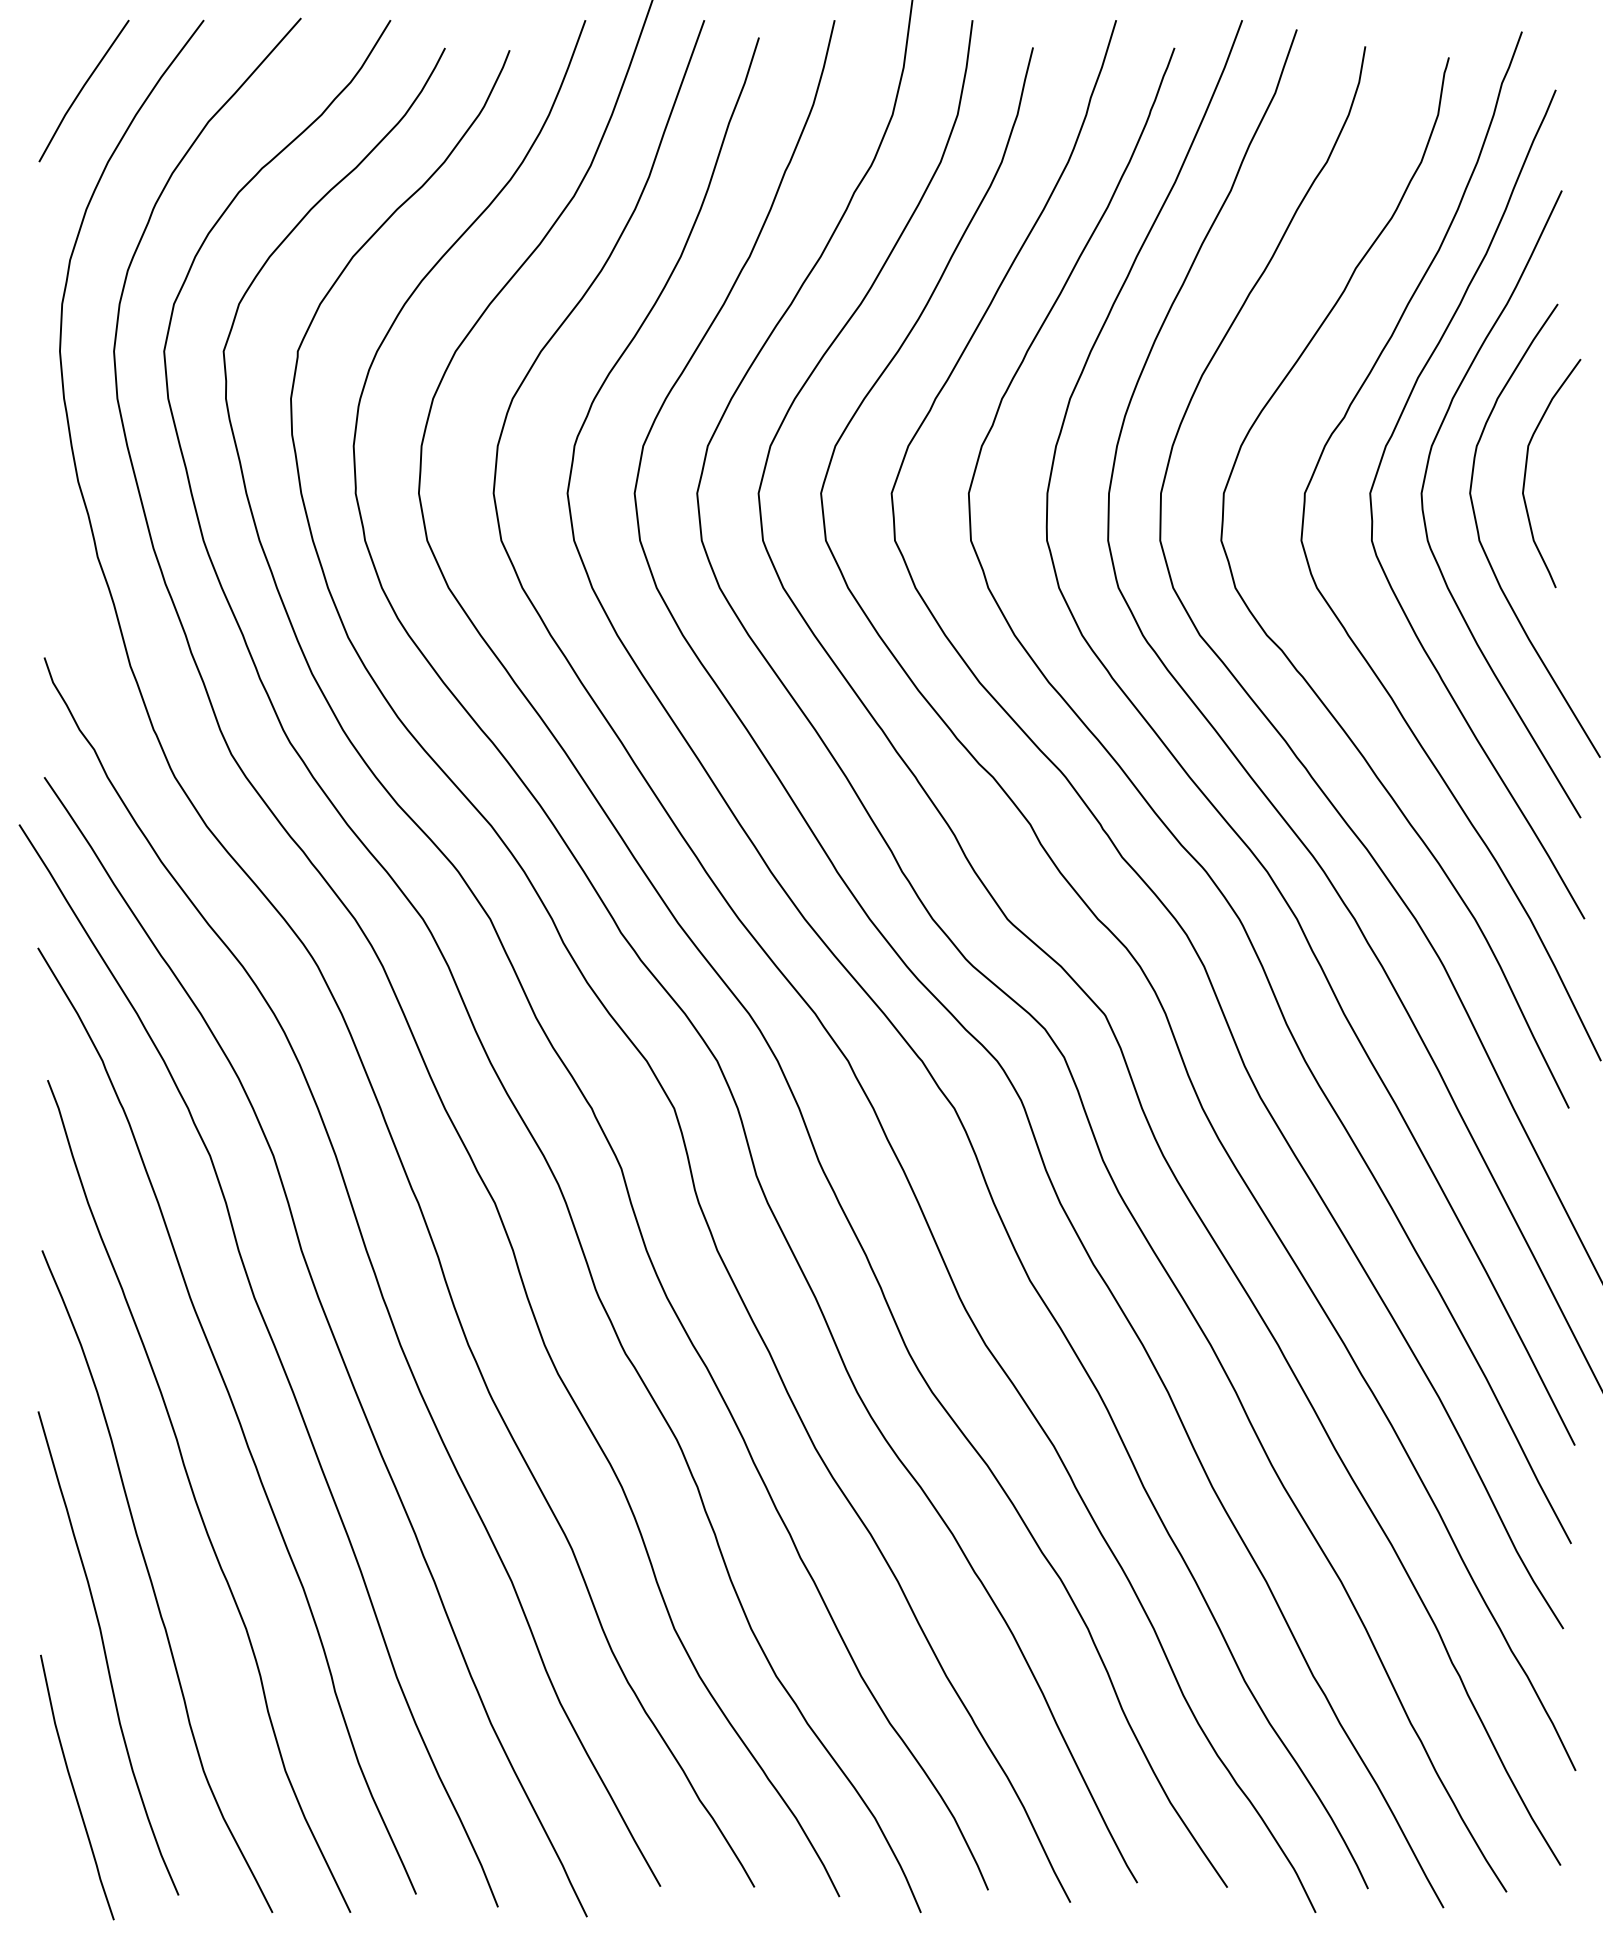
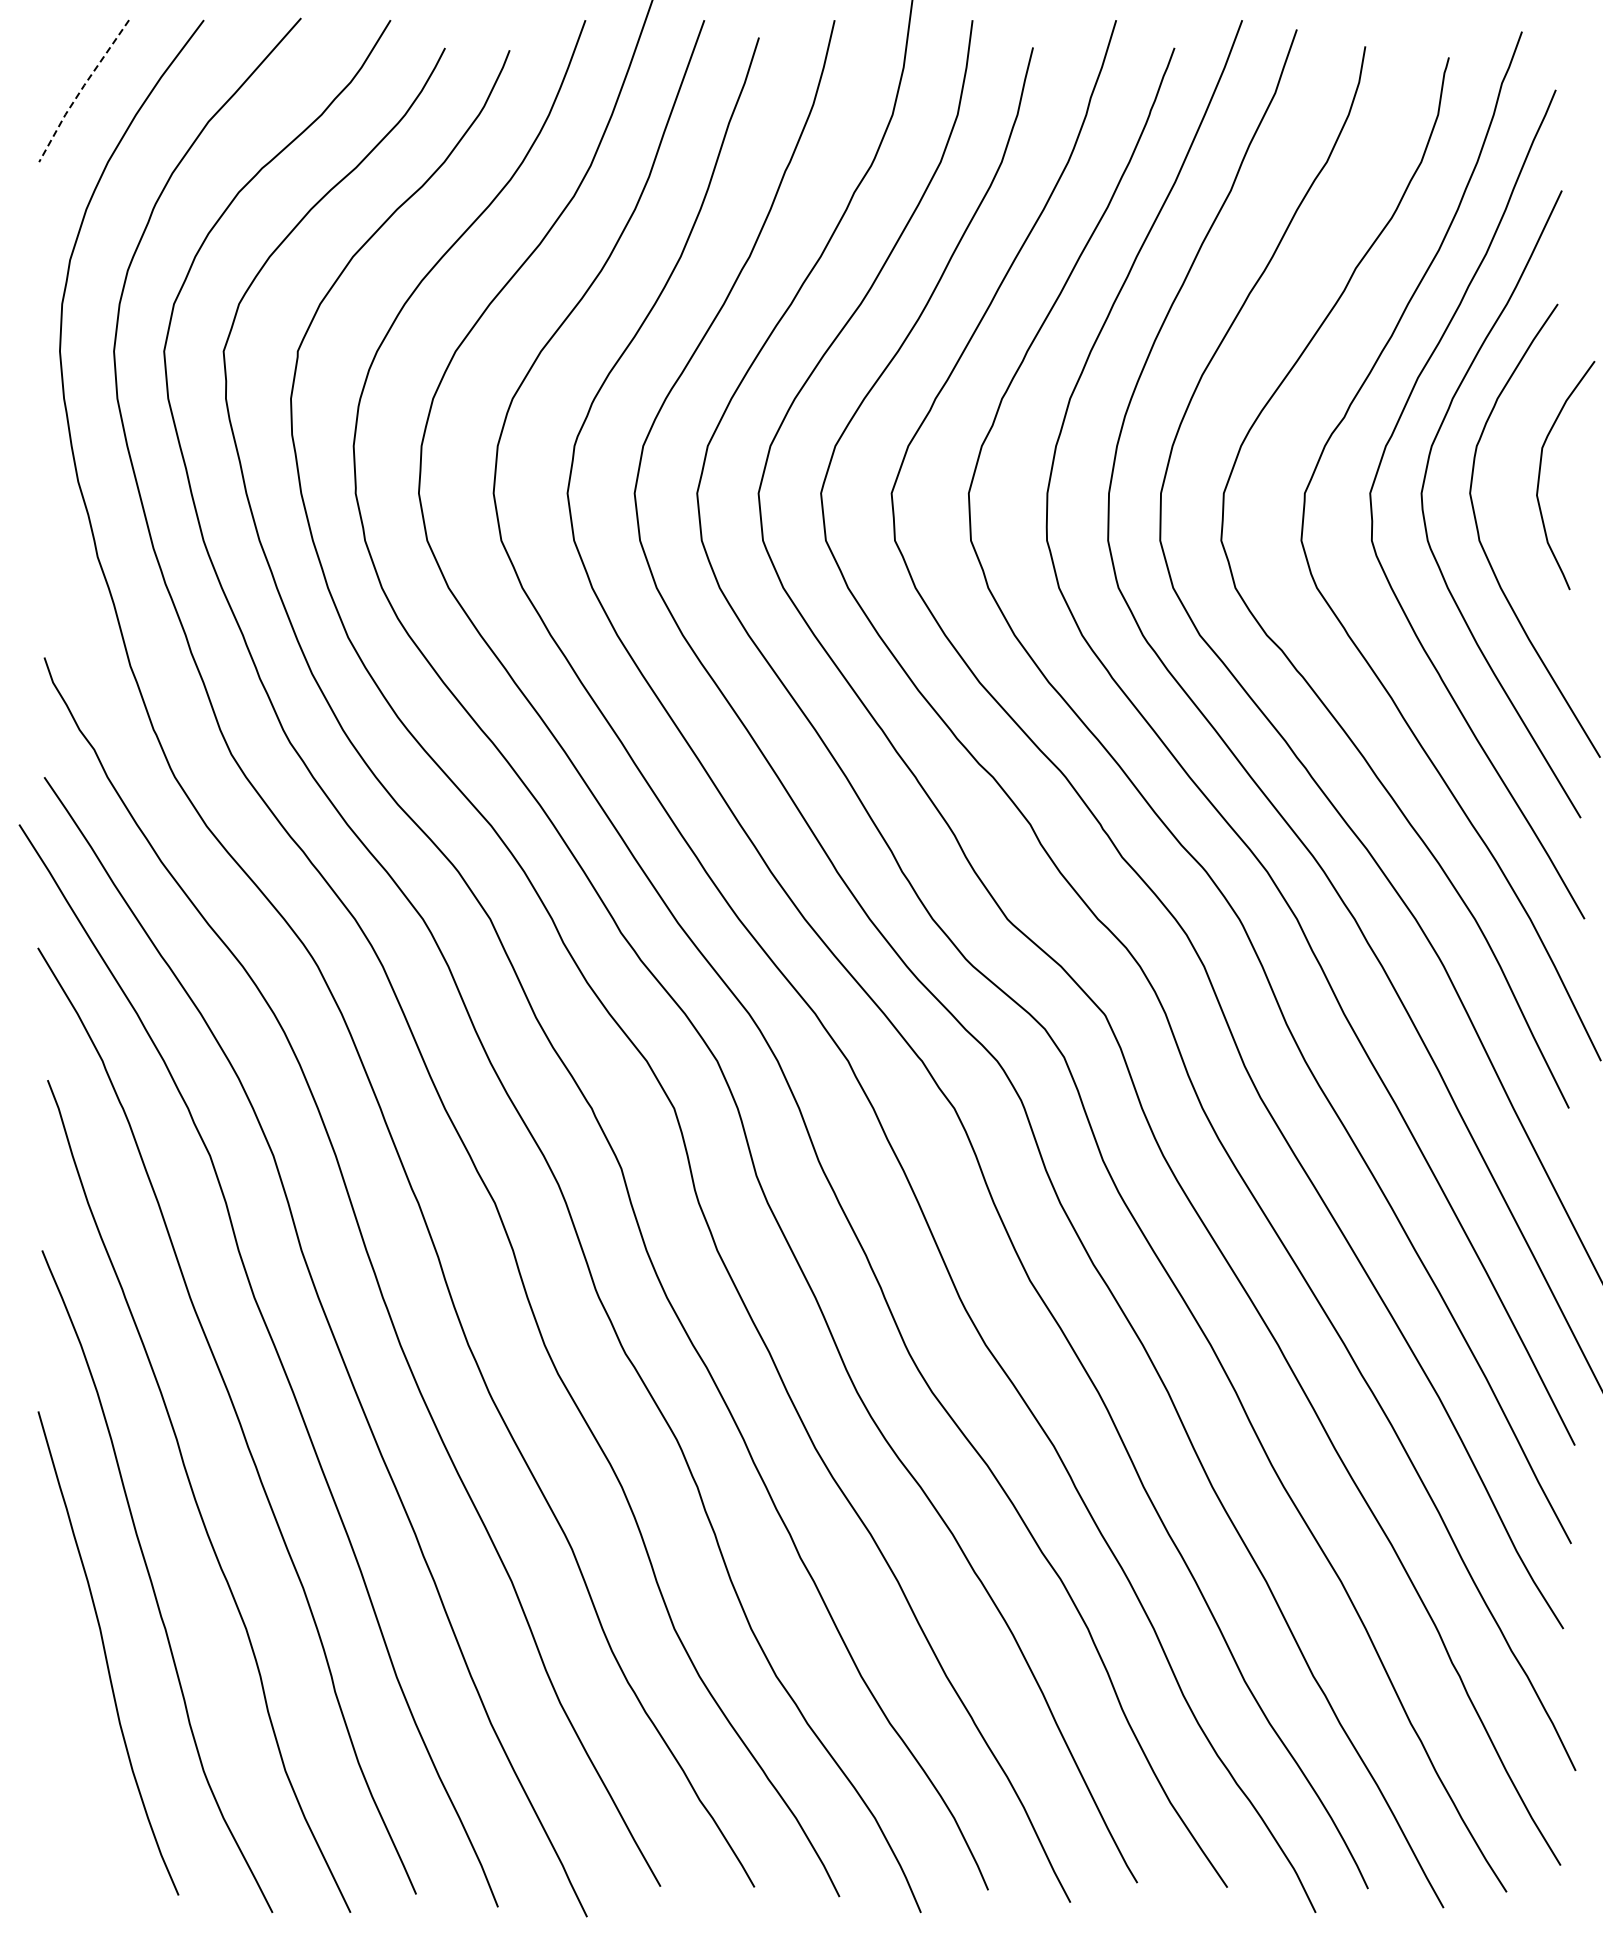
line at (81, 90): solid -> dashed
curve at (1526, 473) position: (1526, 473) -> (1540, 475)
curve at (74, 1787): present -> none
